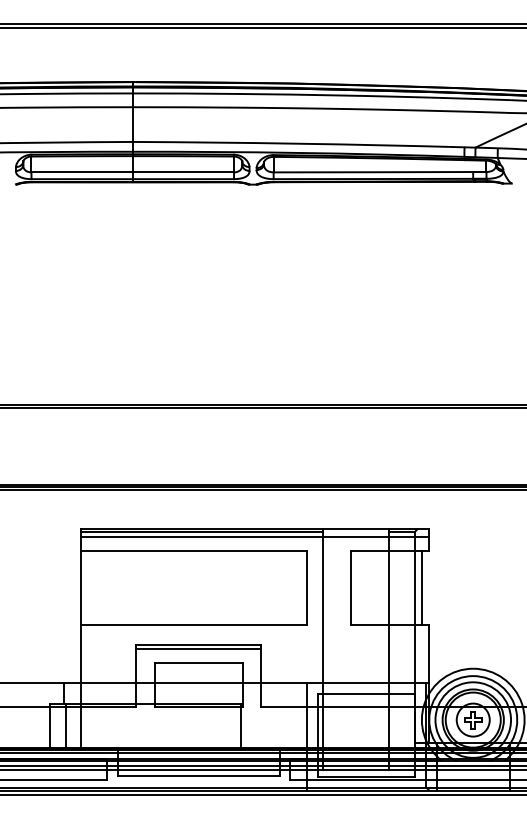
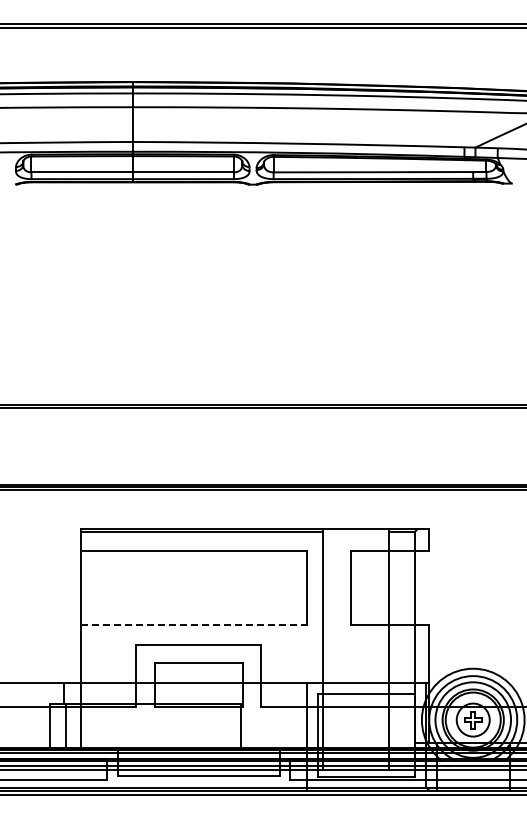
line at (255, 536): present -> none
line at (421, 587): present -> none
line at (194, 624): solid -> dashed
line at (198, 648): present -> none
